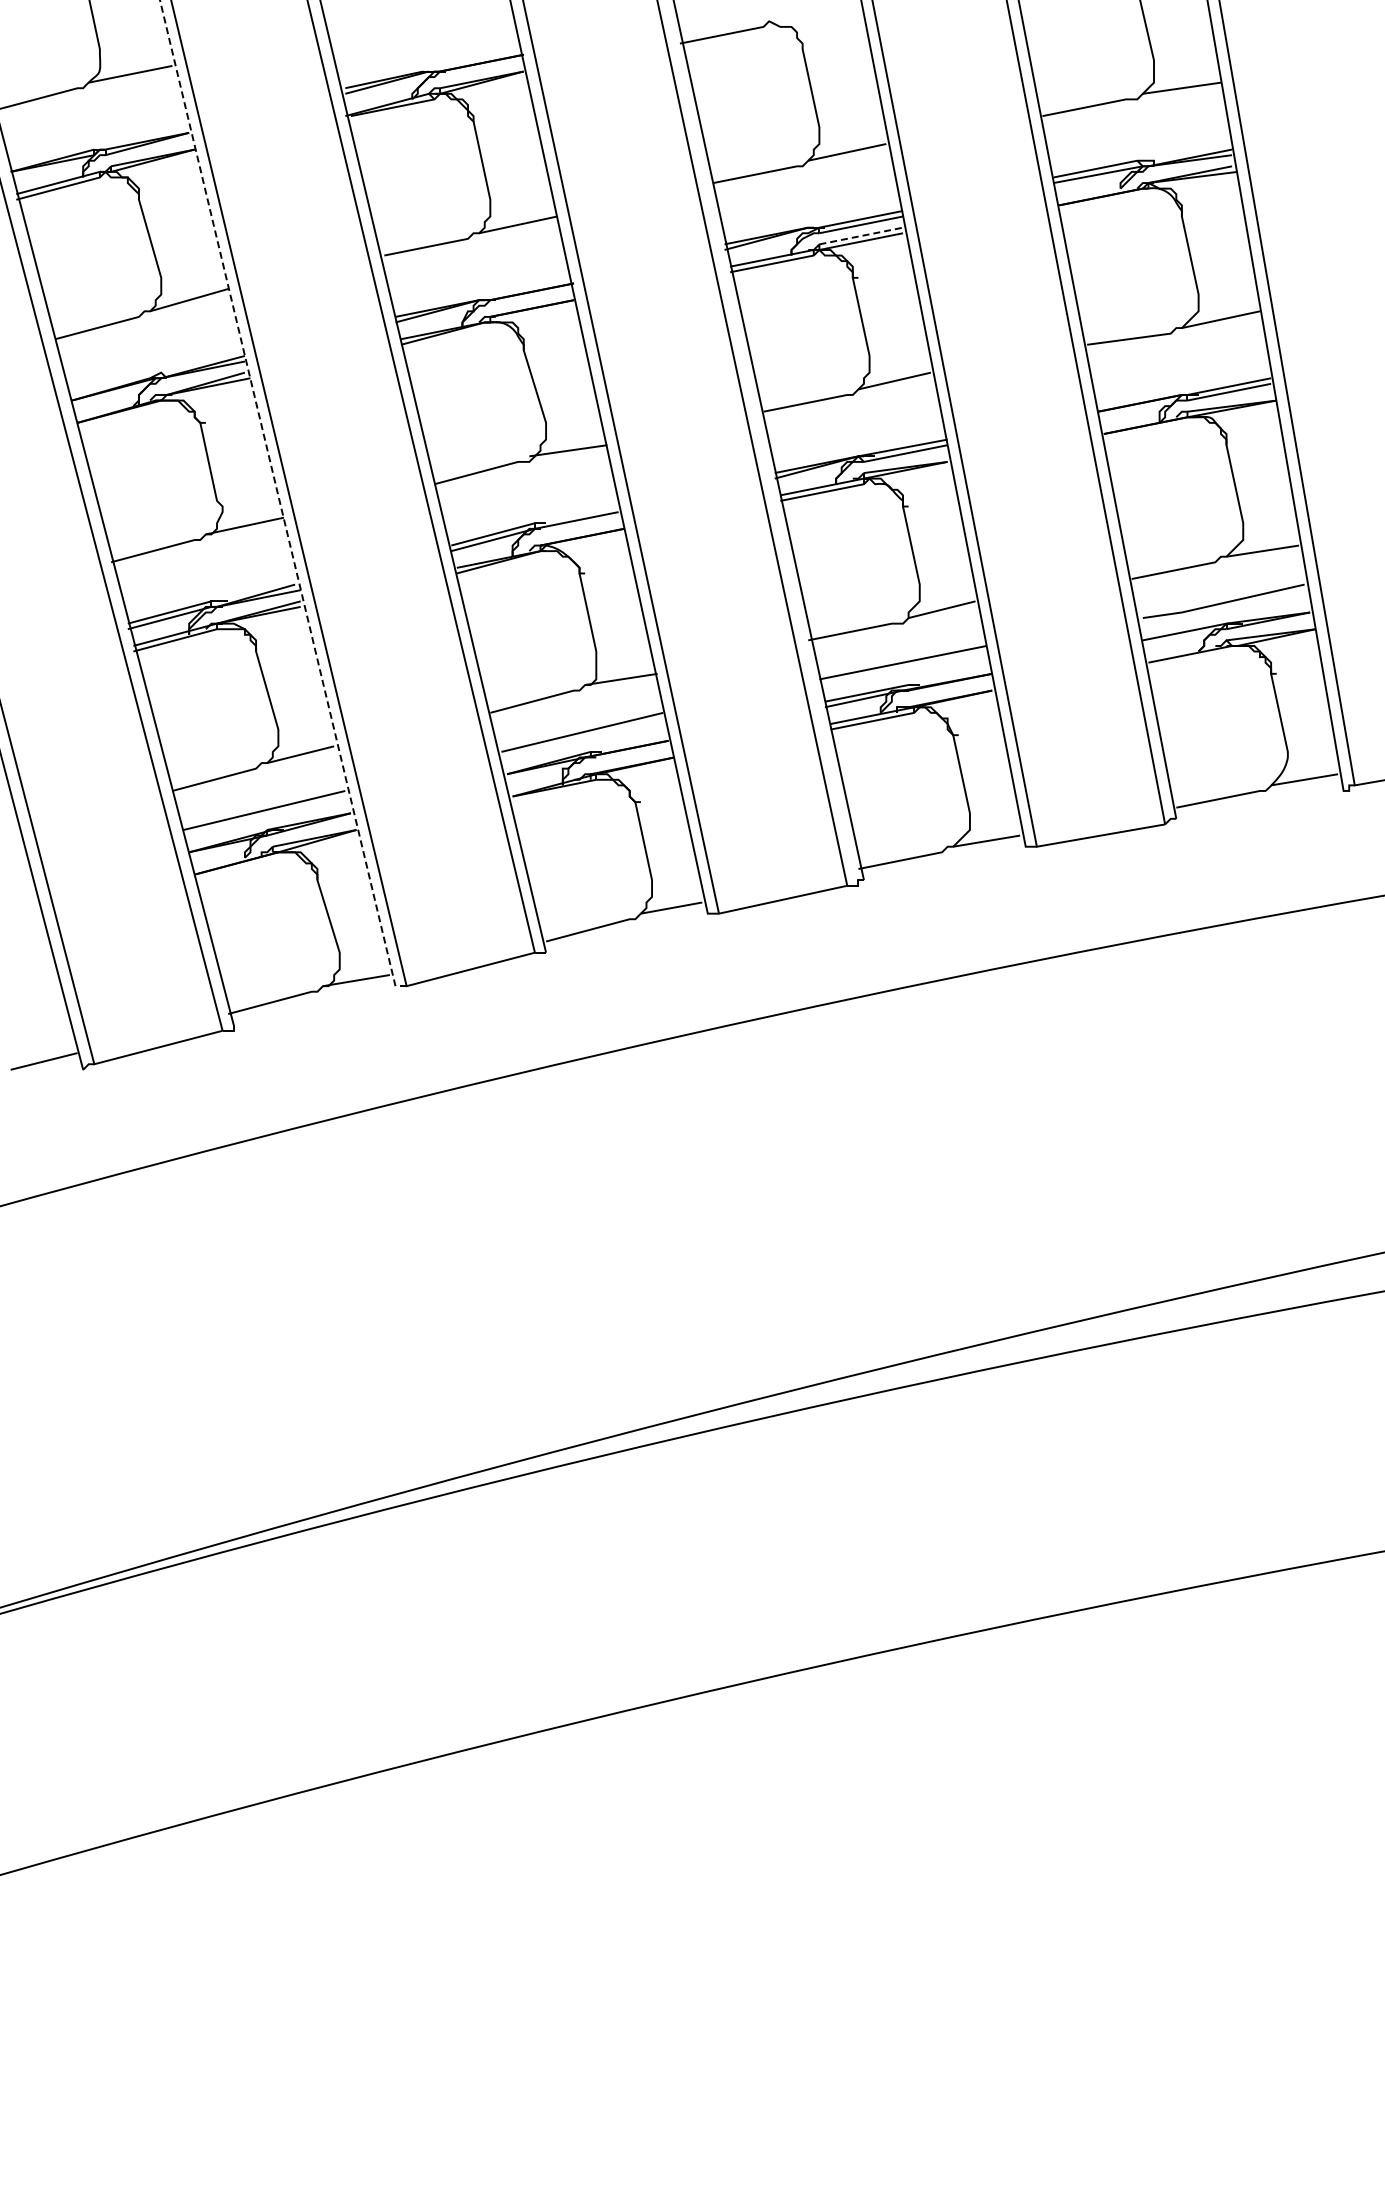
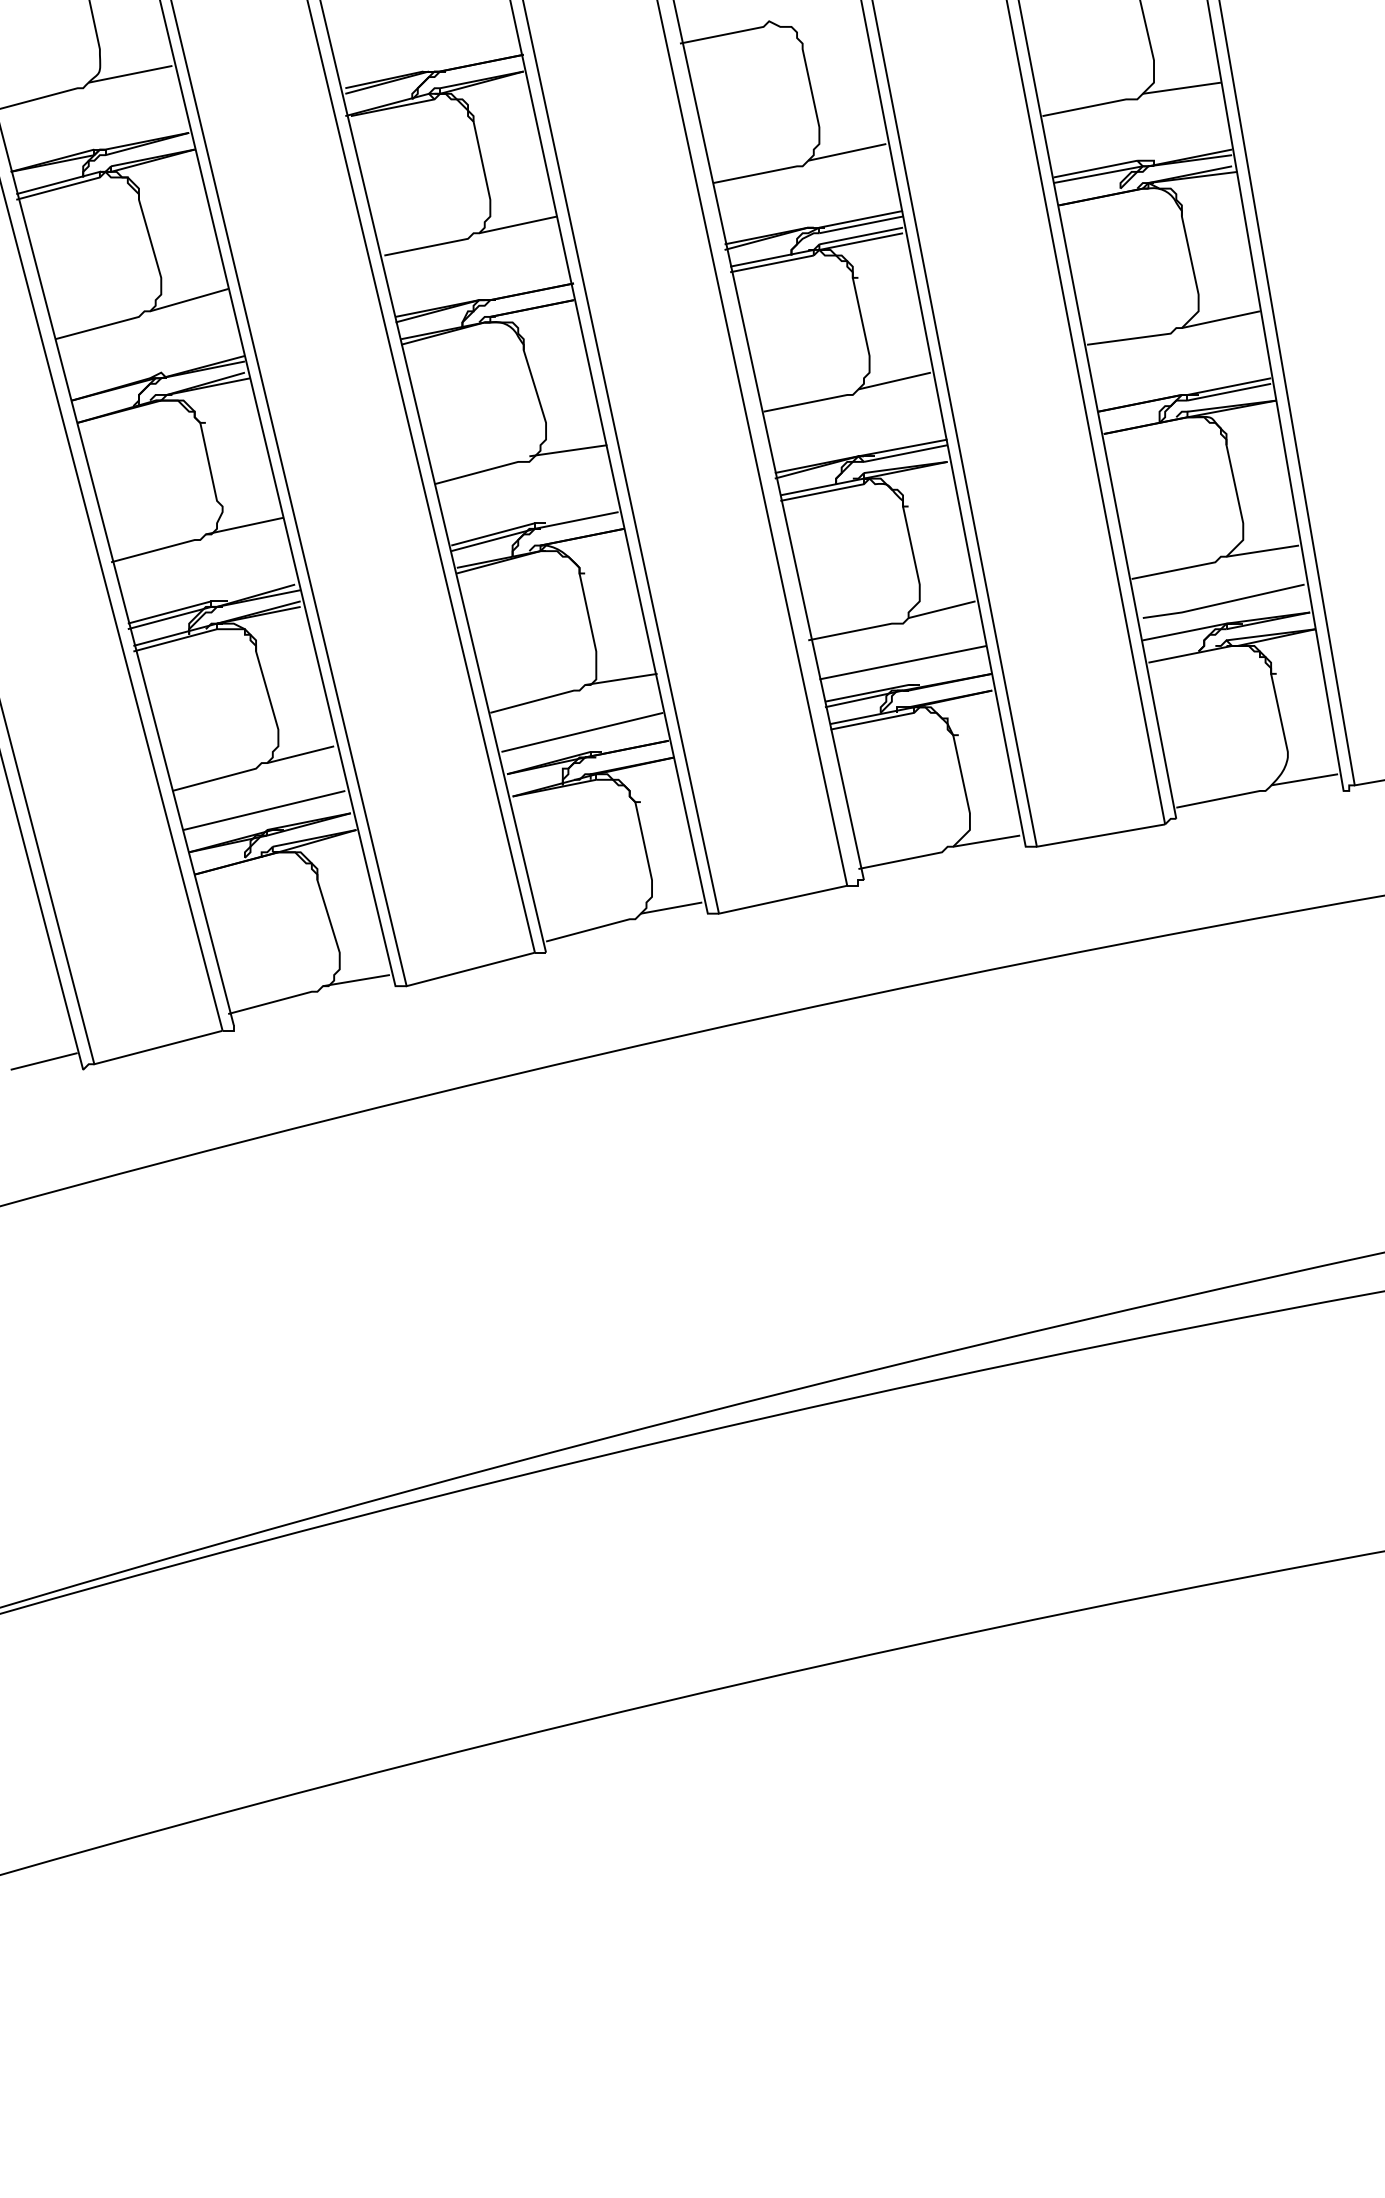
line at (861, 236): dashed -> solid
line at (279, 499): dashed -> solid
